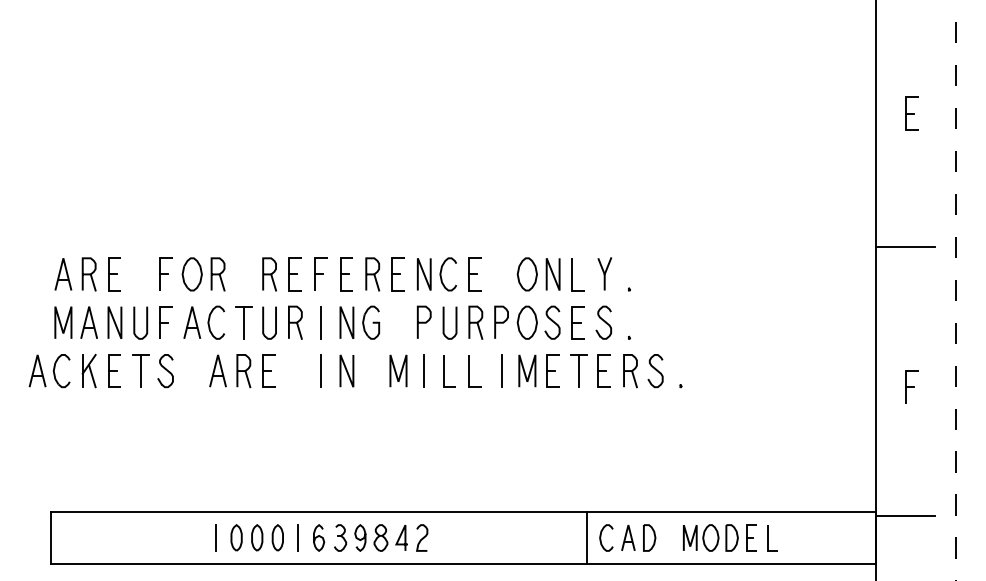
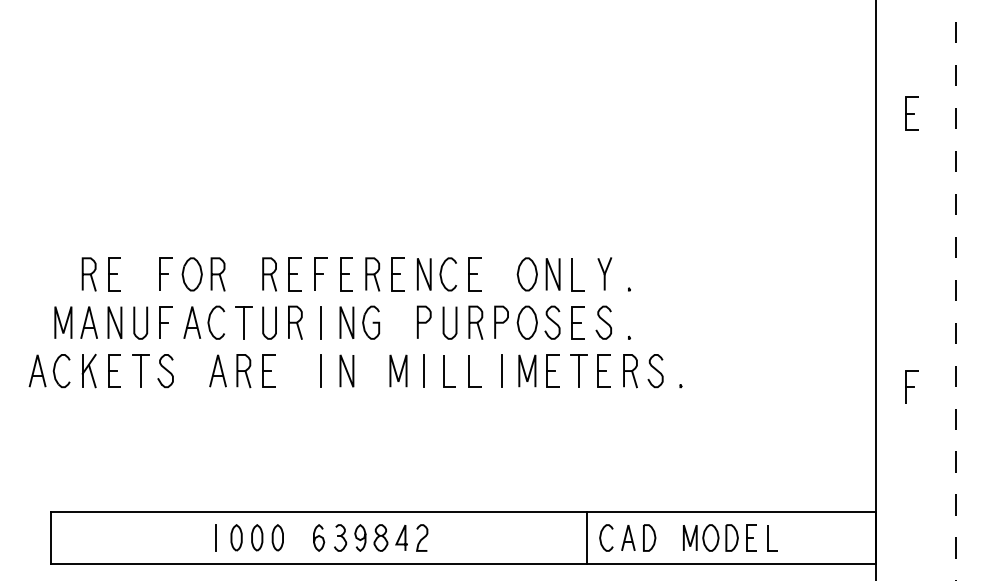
line at (904, 247): present -> none
part at (63, 274): present -> none
line at (904, 515): present -> none
line at (298, 537): present -> none
